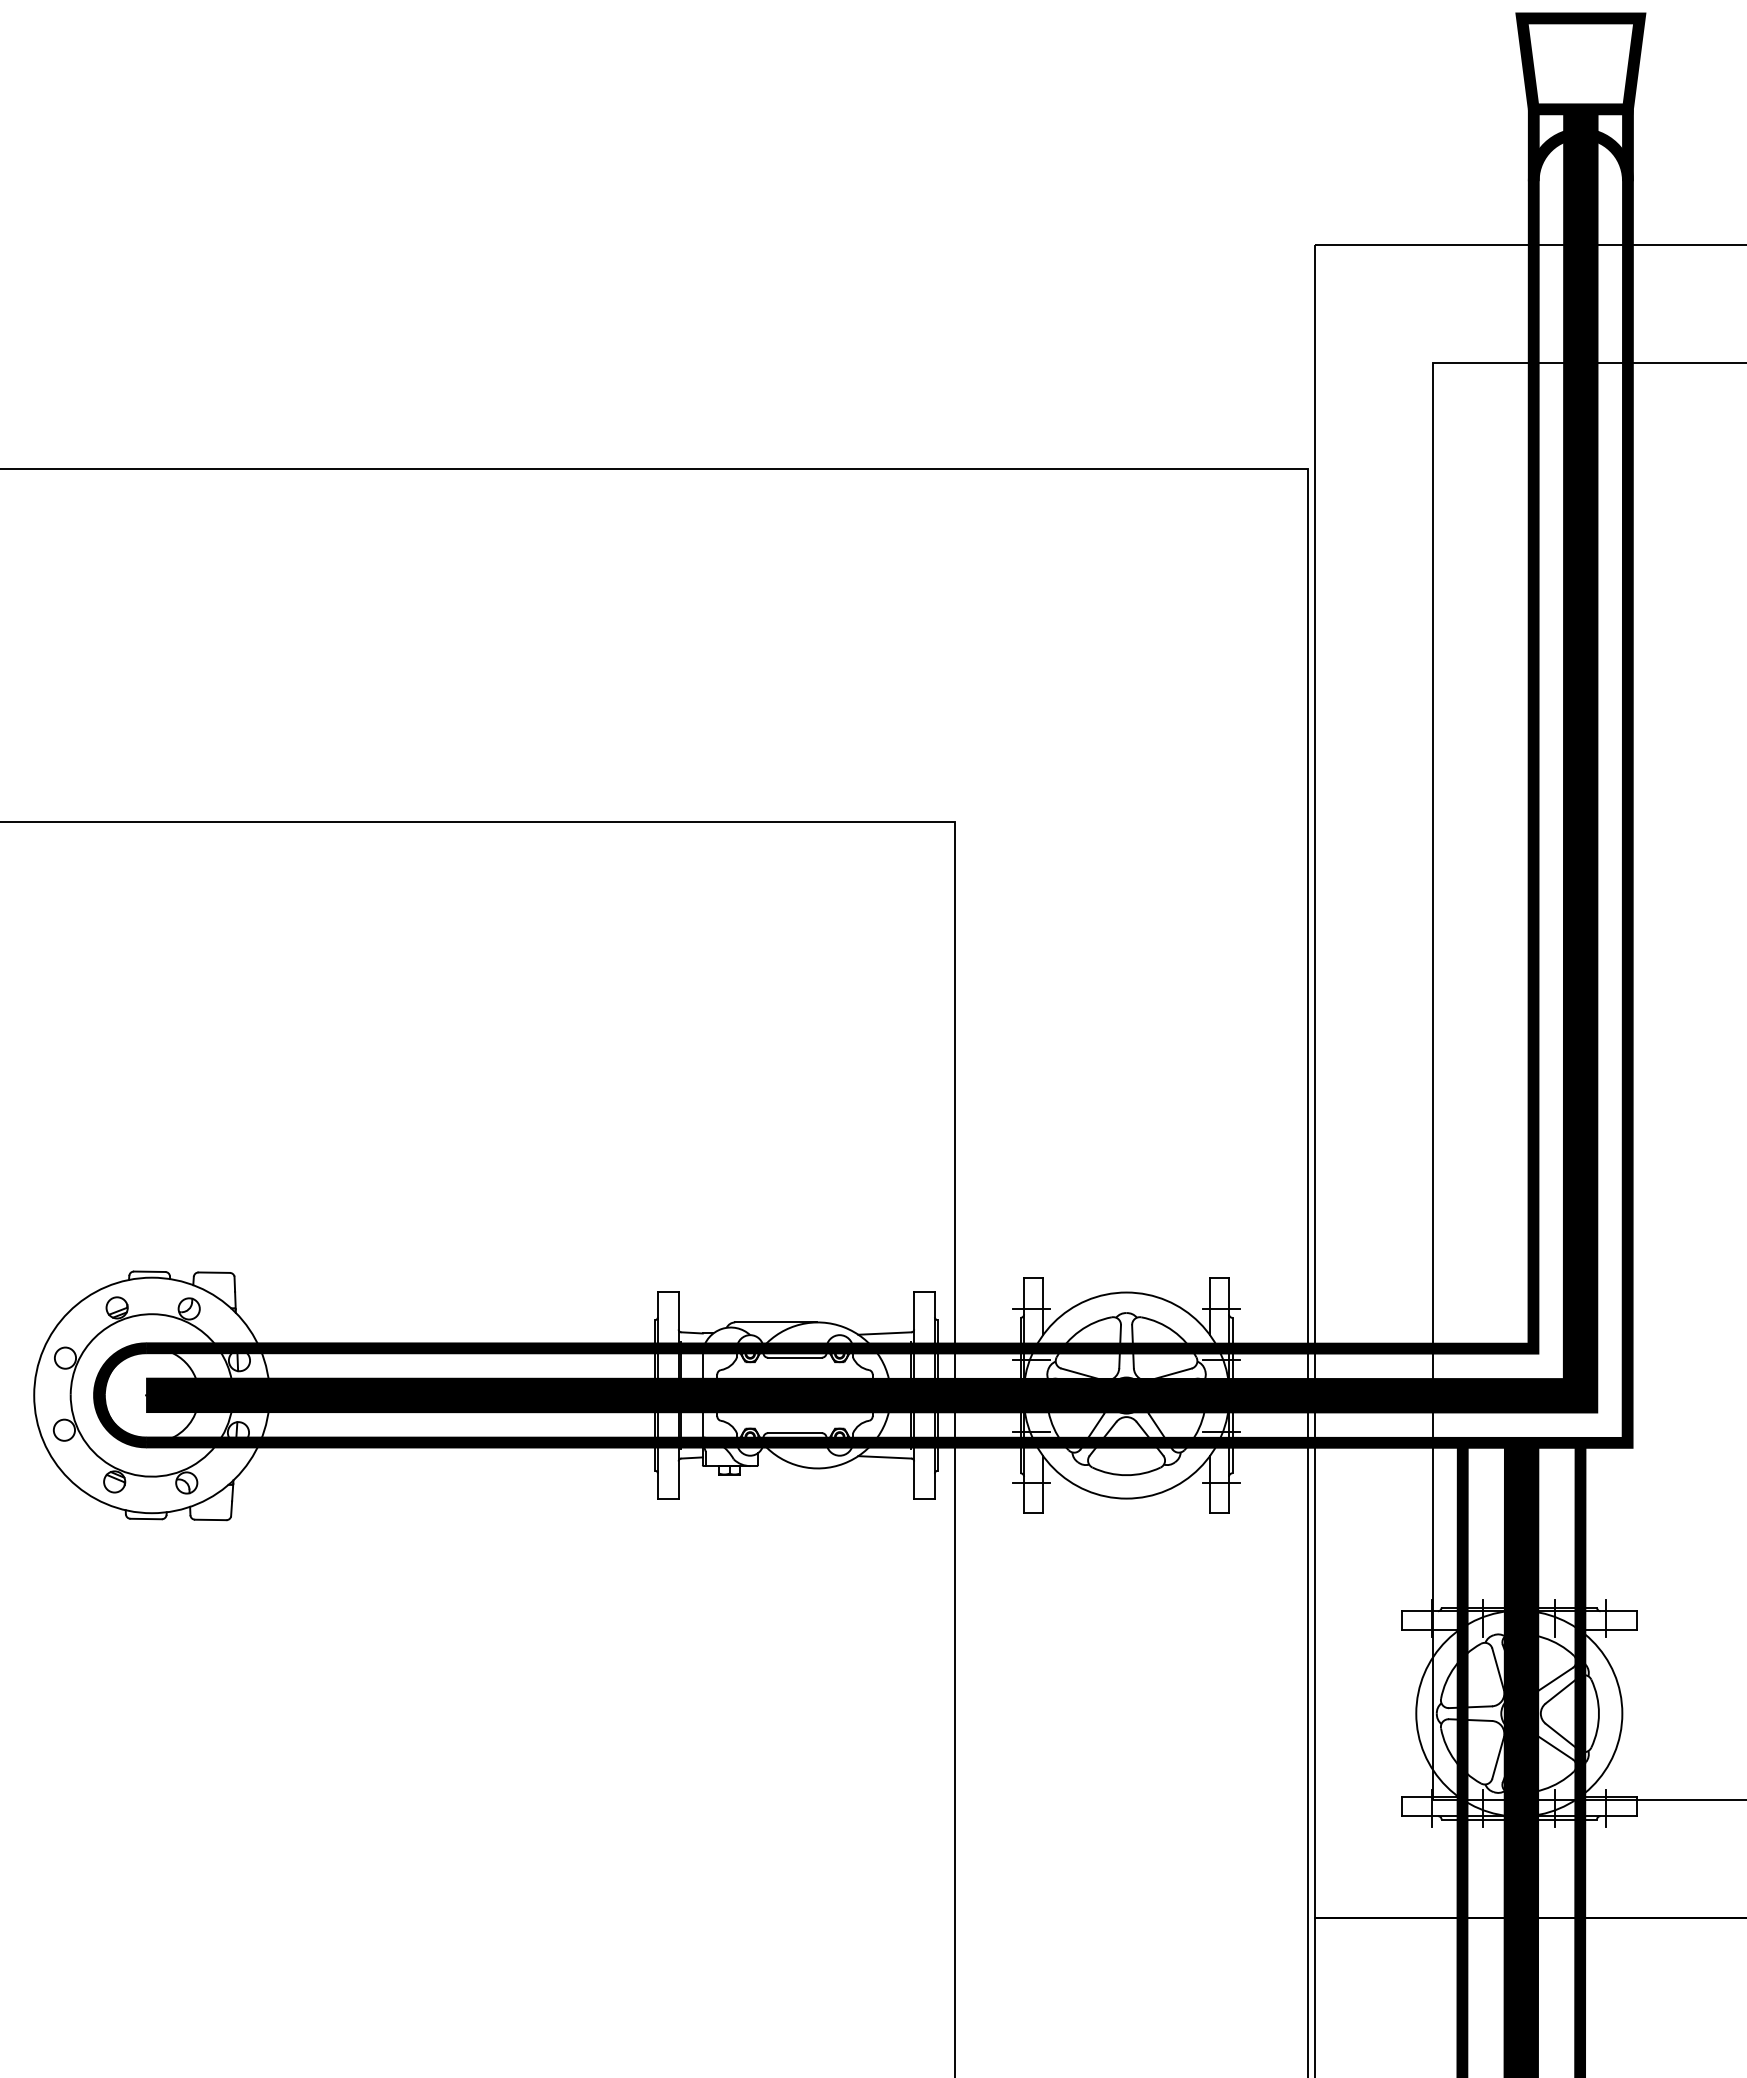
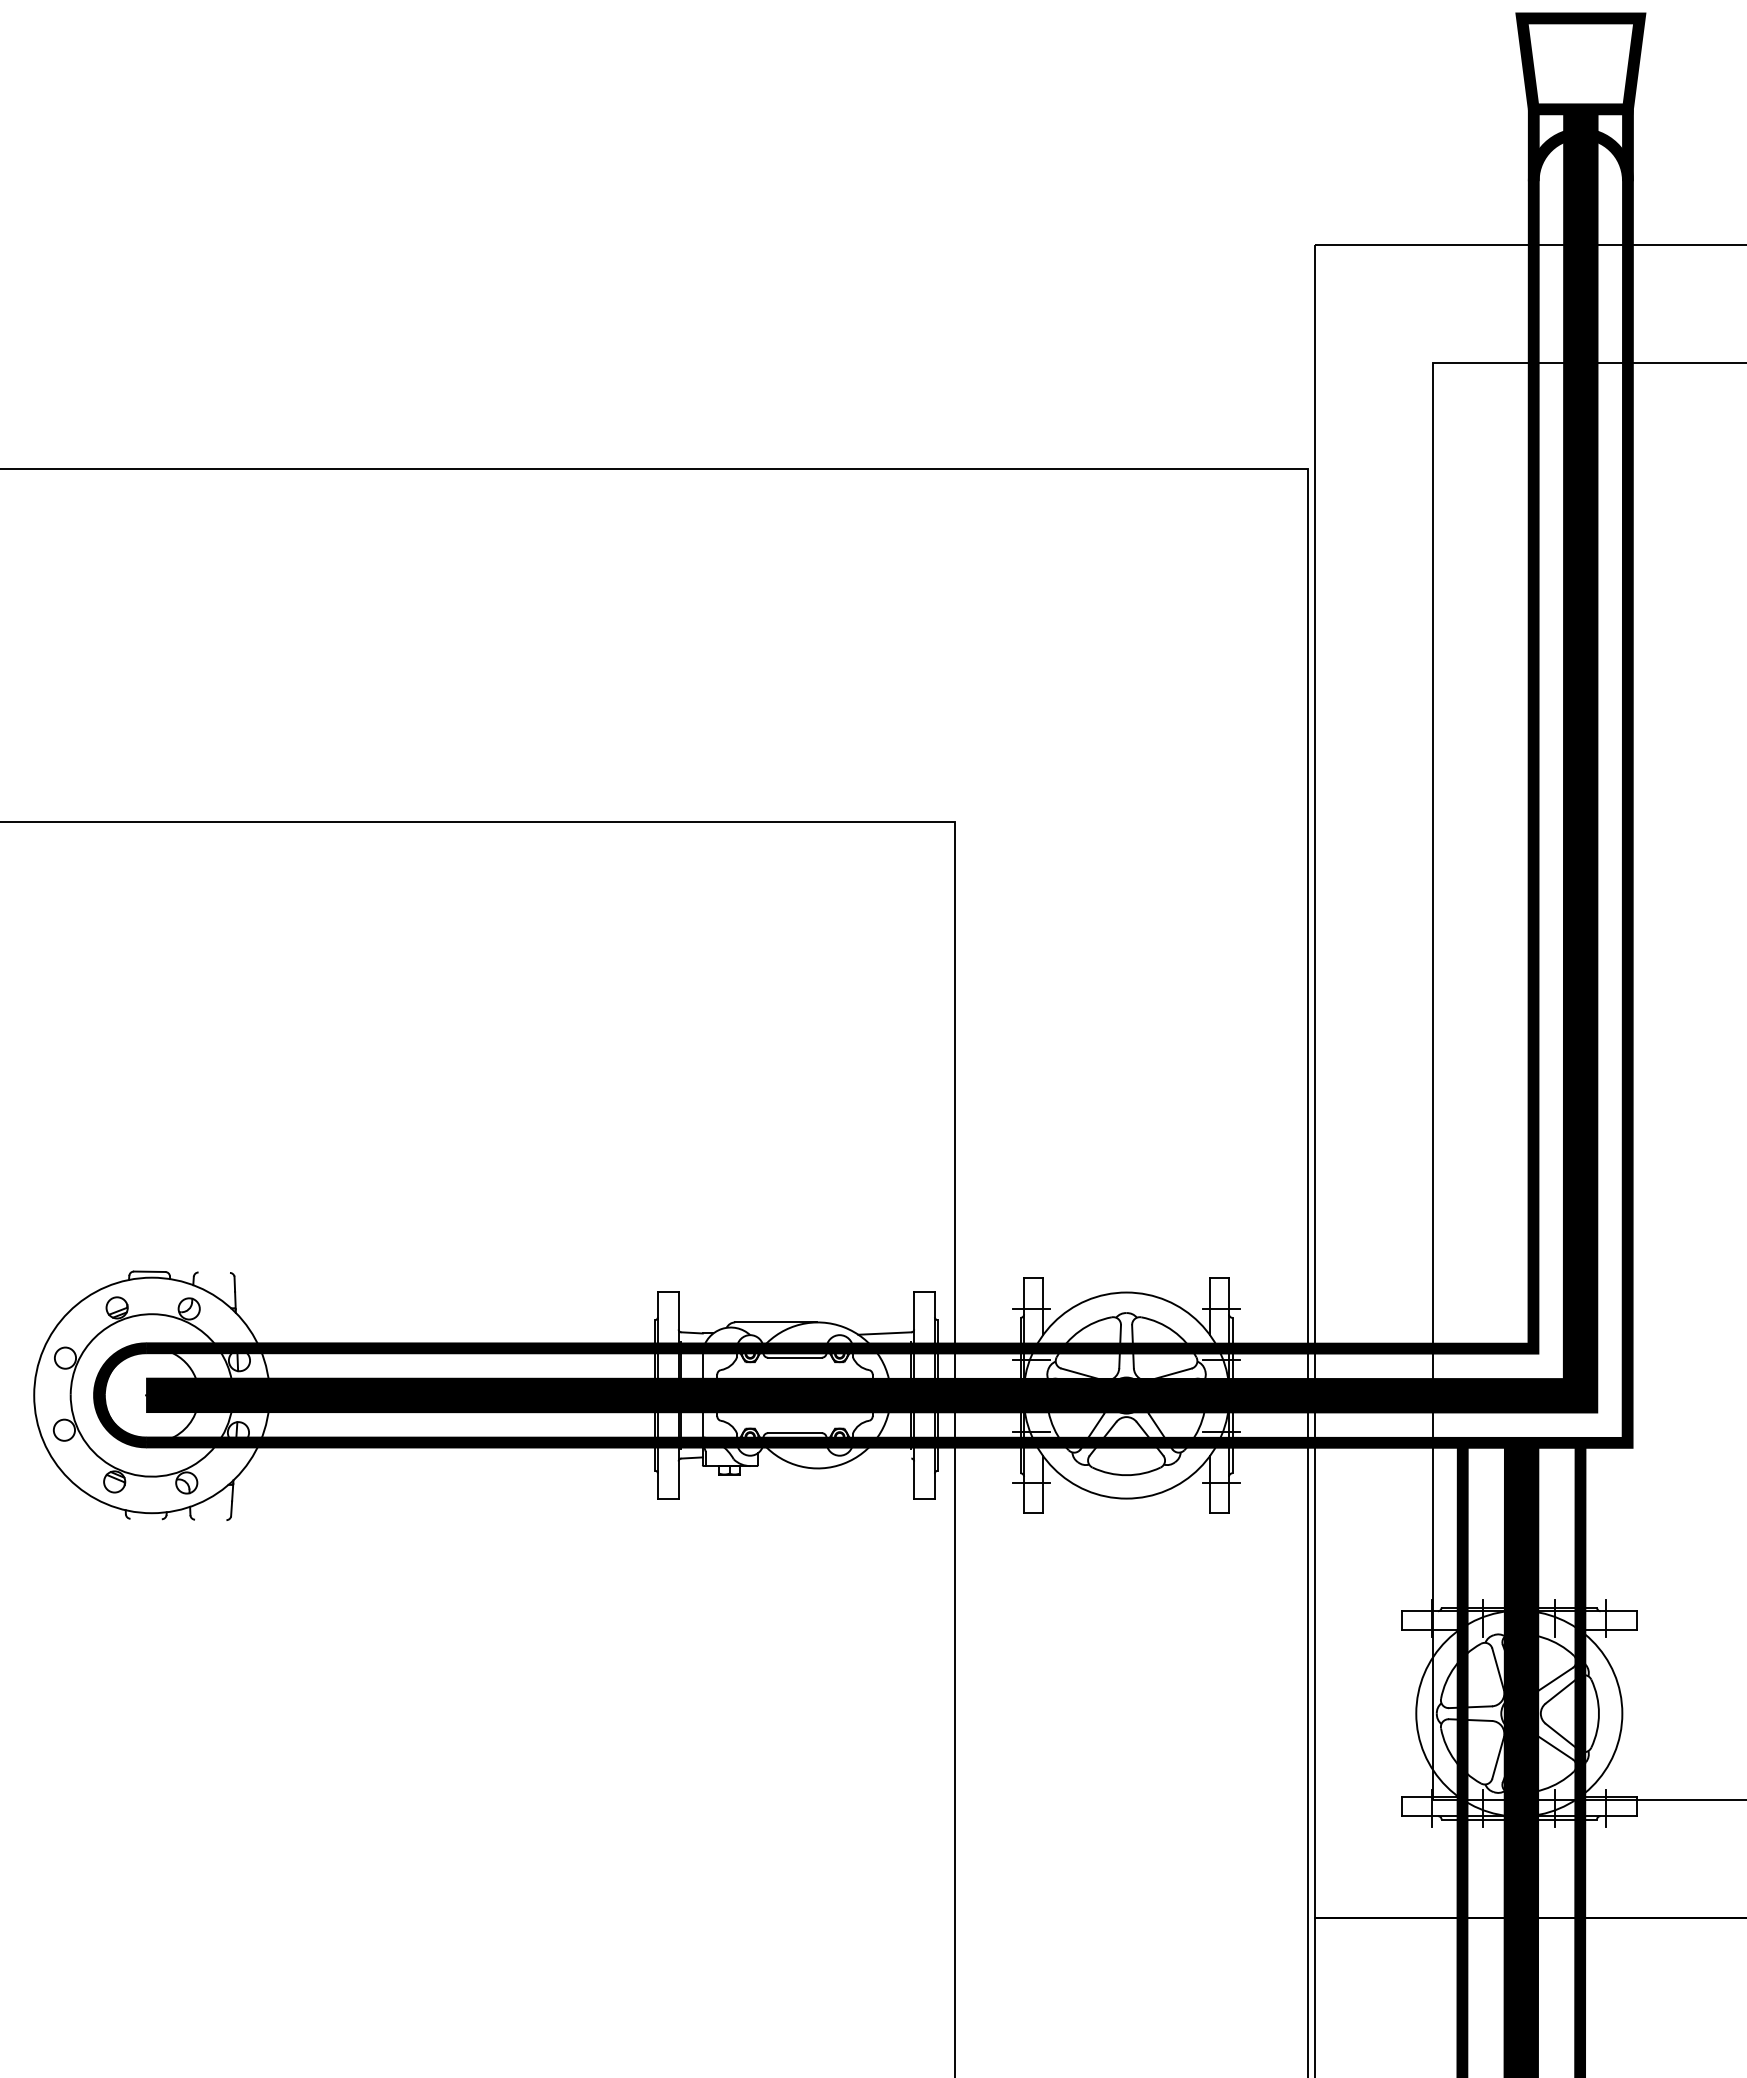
line at (213, 1272): present -> none
line at (884, 1457): present -> none
line at (145, 1518): present -> none
line at (210, 1519): present -> none
